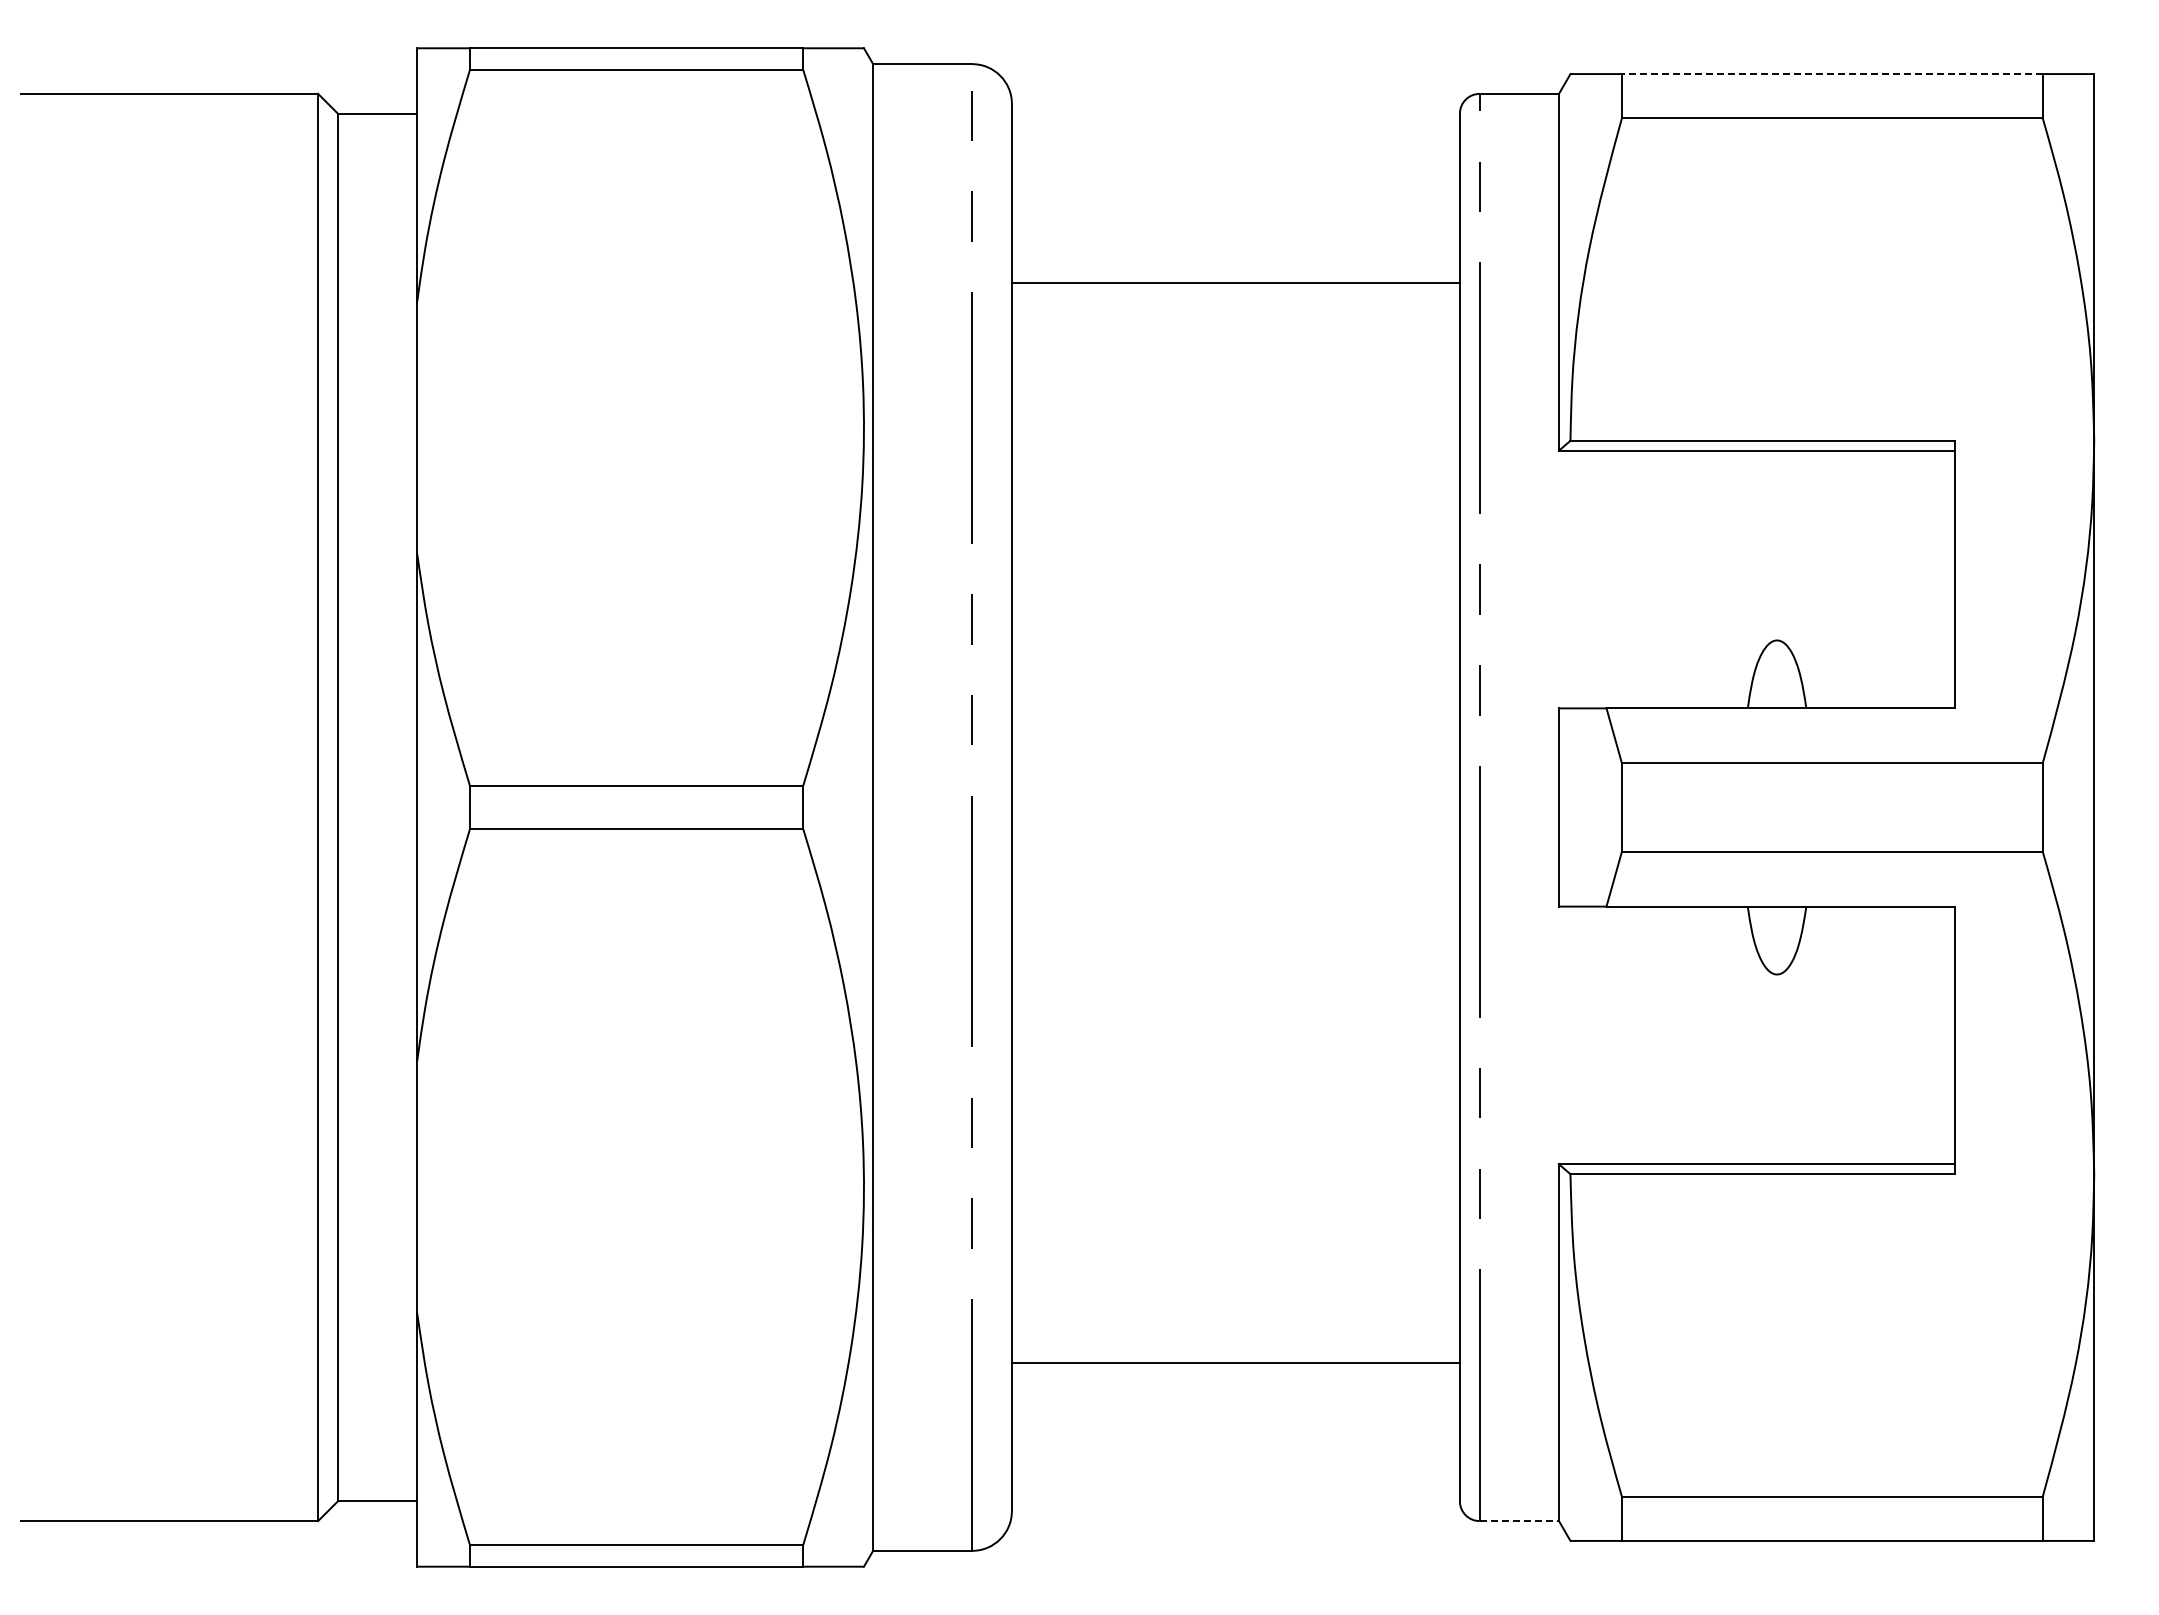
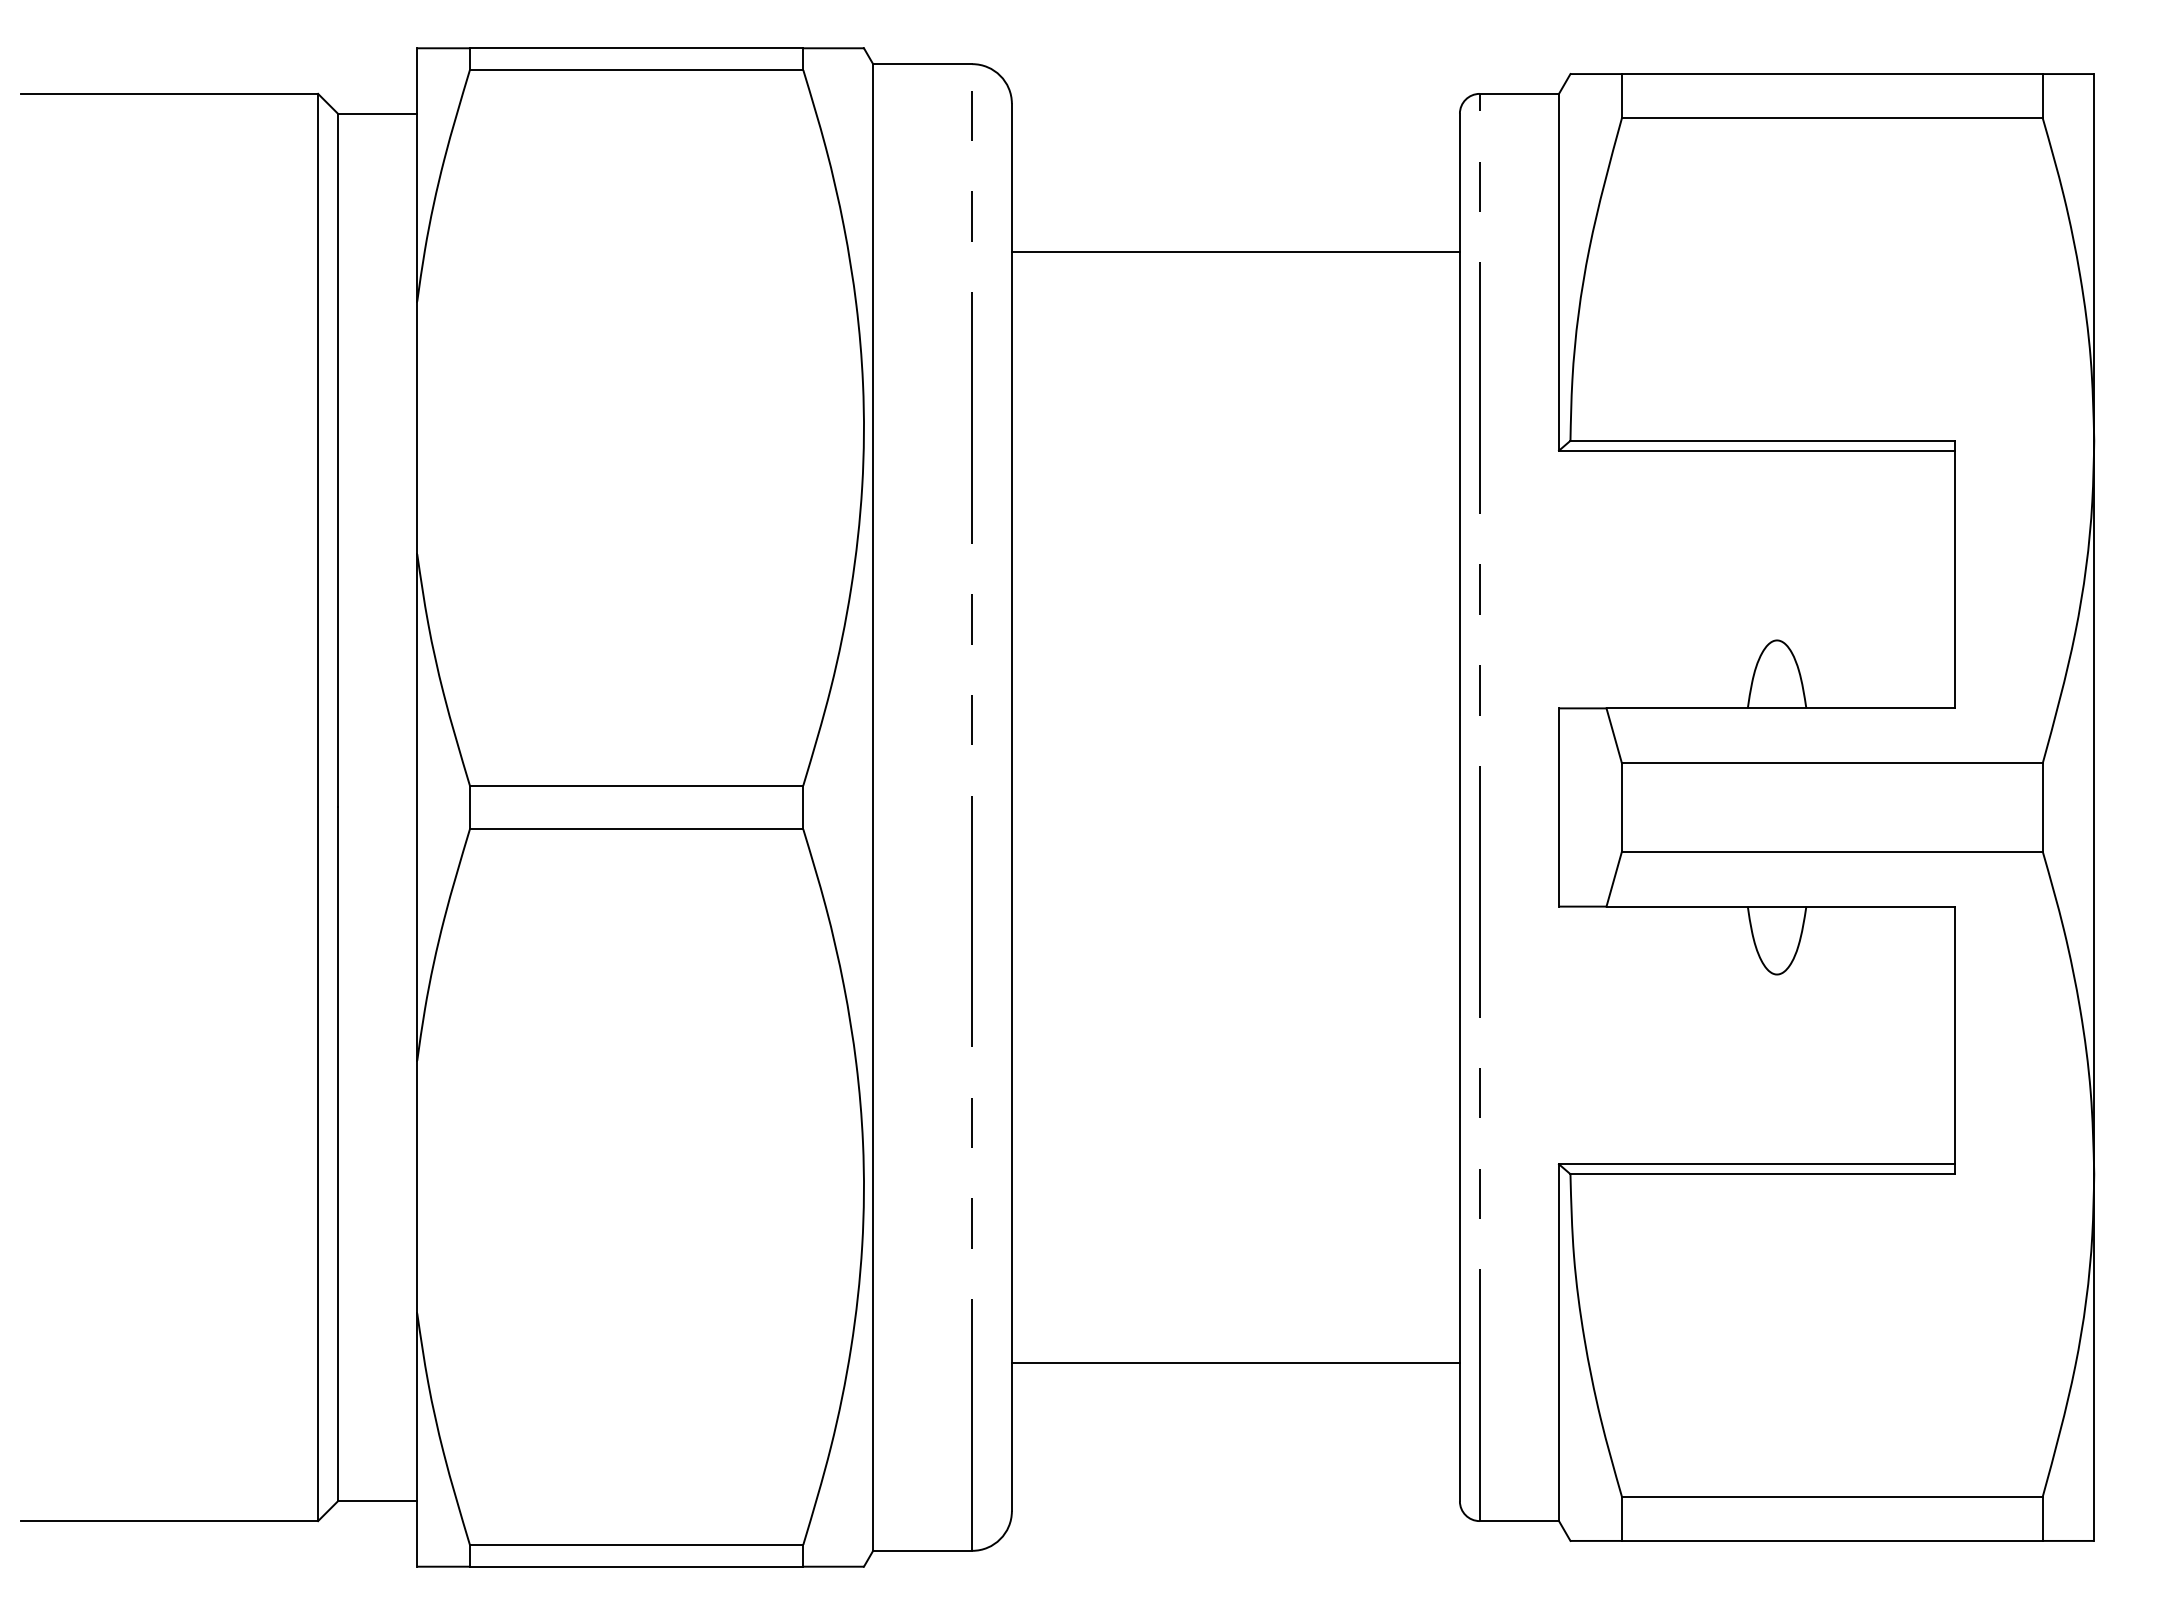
line at (1831, 74): dashed -> solid
line at (1235, 283) position: (1235, 283) -> (1235, 252)
line at (1519, 1521): dashed -> solid
